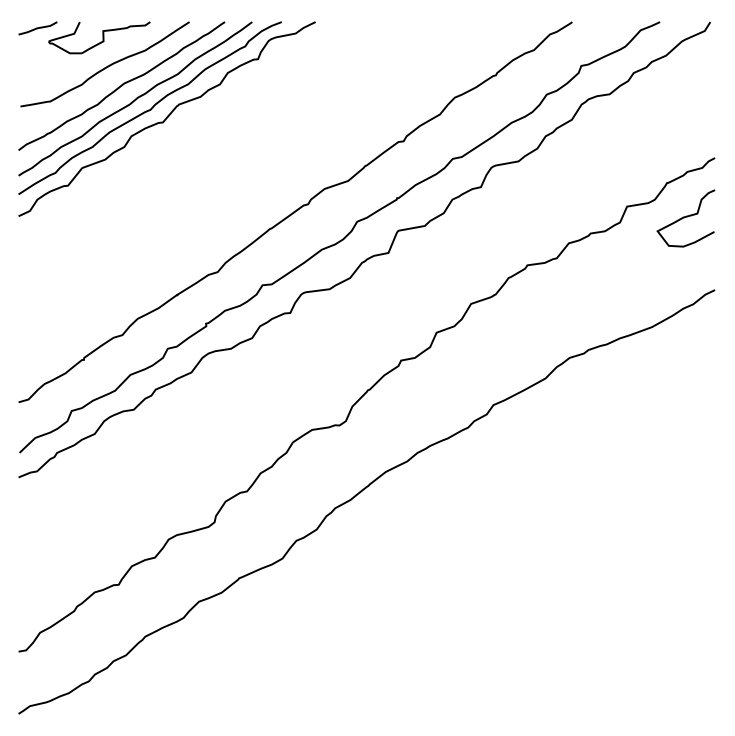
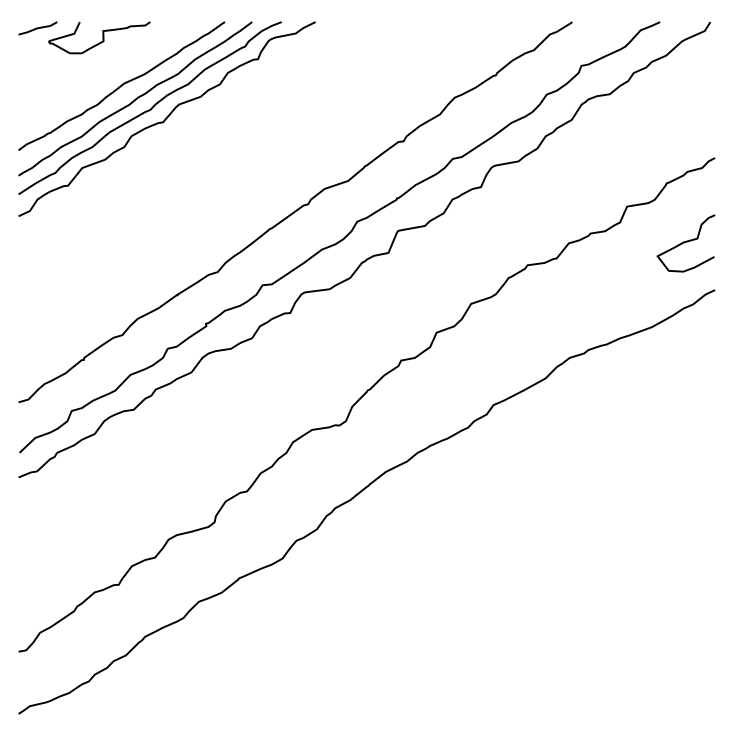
curve at (106, 66): present -> none
curve at (685, 217) position: (685, 217) -> (685, 242)
